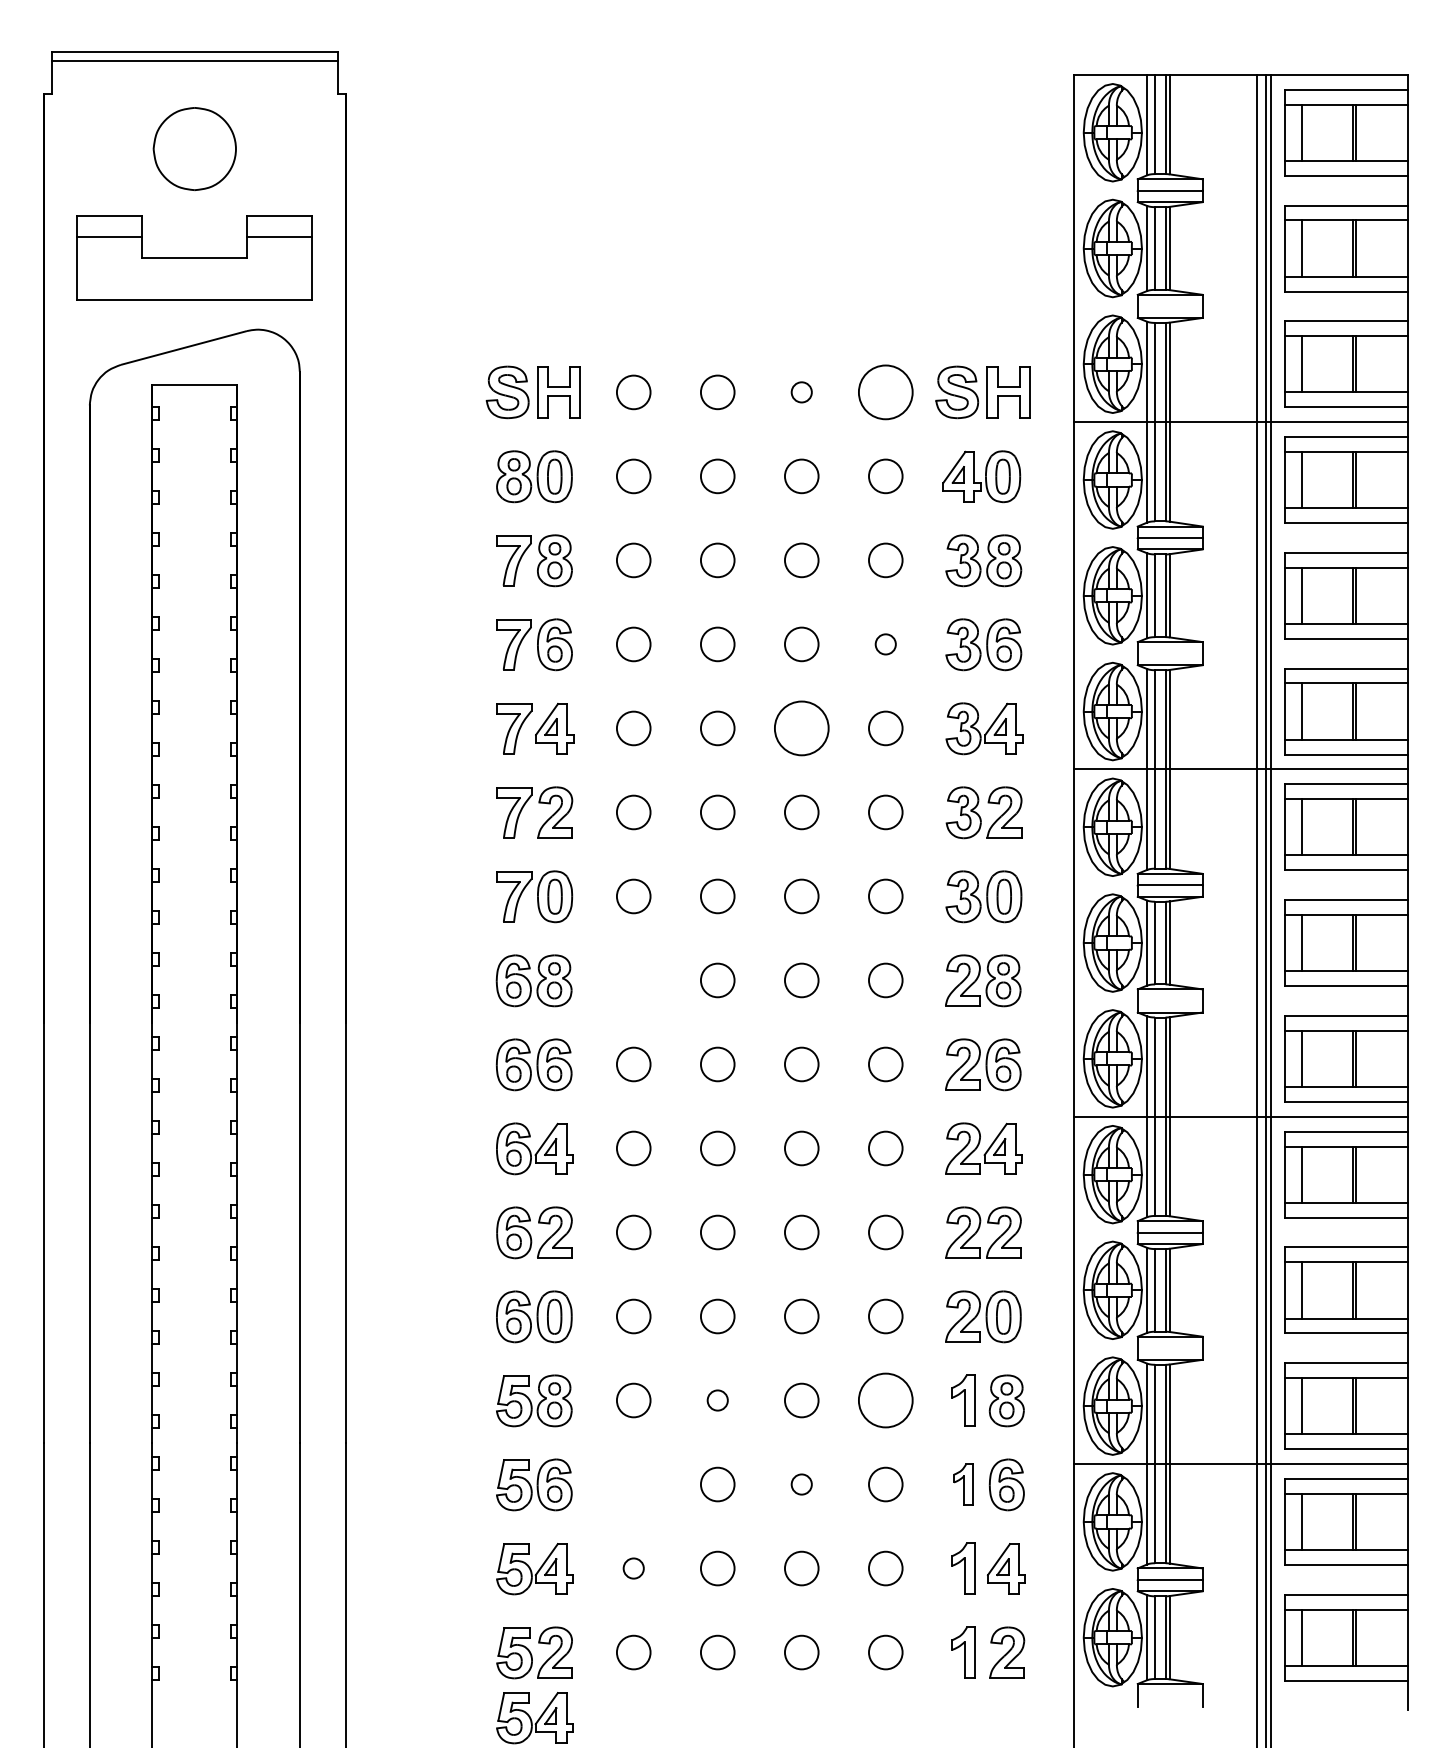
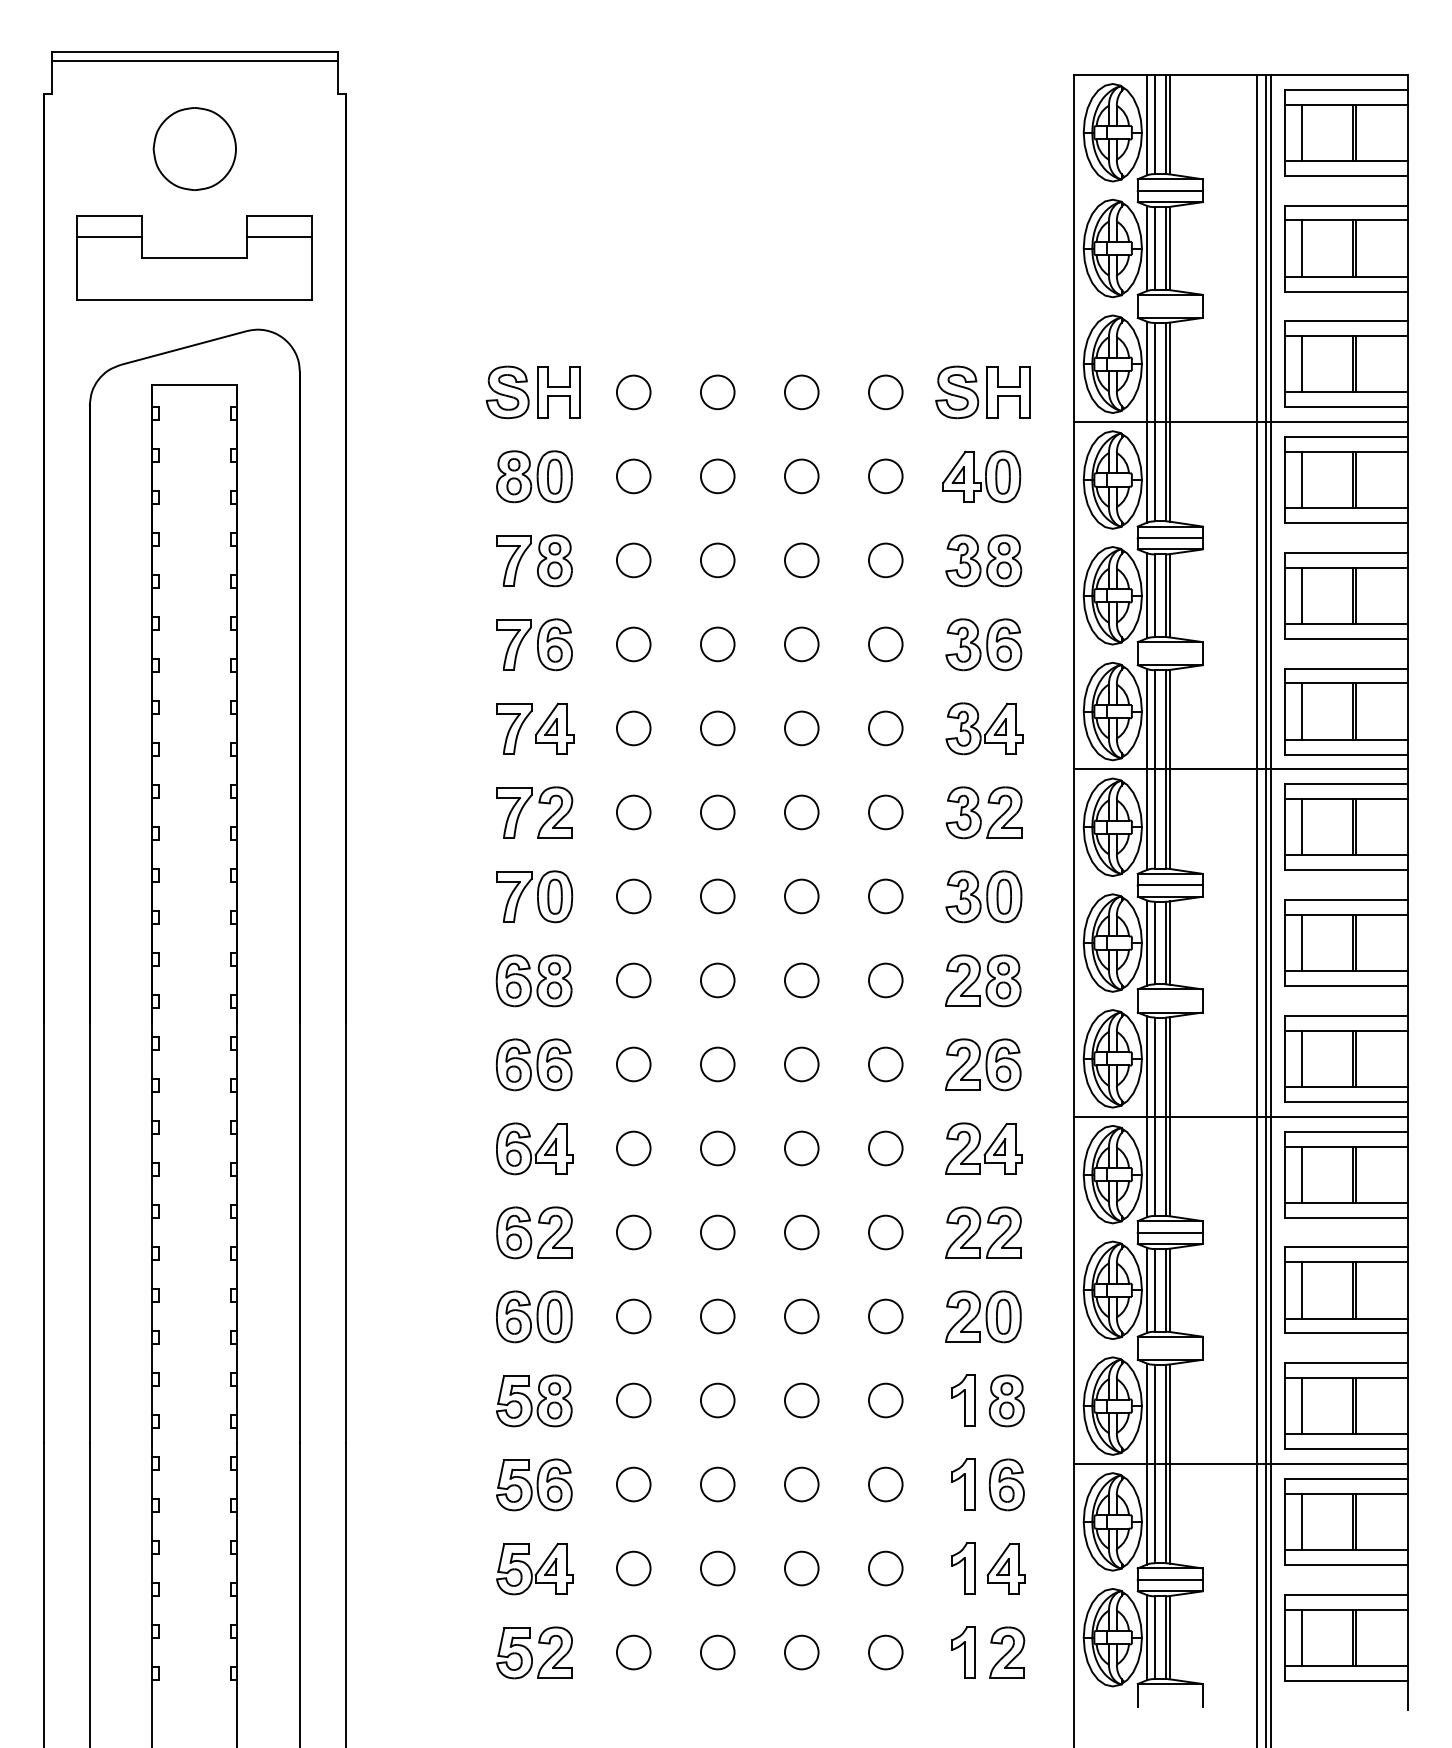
circle at (801, 392) diameter: 20 px -> 34 px
circle at (885, 392) diameter: 54 px -> 34 px
circle at (885, 644) diameter: 20 px -> 34 px
circle at (801, 728) diameter: 54 px -> 34 px
circle at (633, 980): none -> present
circle at (717, 1400) diameter: 20 px -> 34 px
circle at (885, 1400) diameter: 54 px -> 34 px
circle at (633, 1484): none -> present
circle at (801, 1484) diameter: 20 px -> 34 px
part at (963, 1484) size: 21x43 px -> 25x53 px
circle at (633, 1568) diameter: 20 px -> 34 px
part at (534, 1718): present -> none
